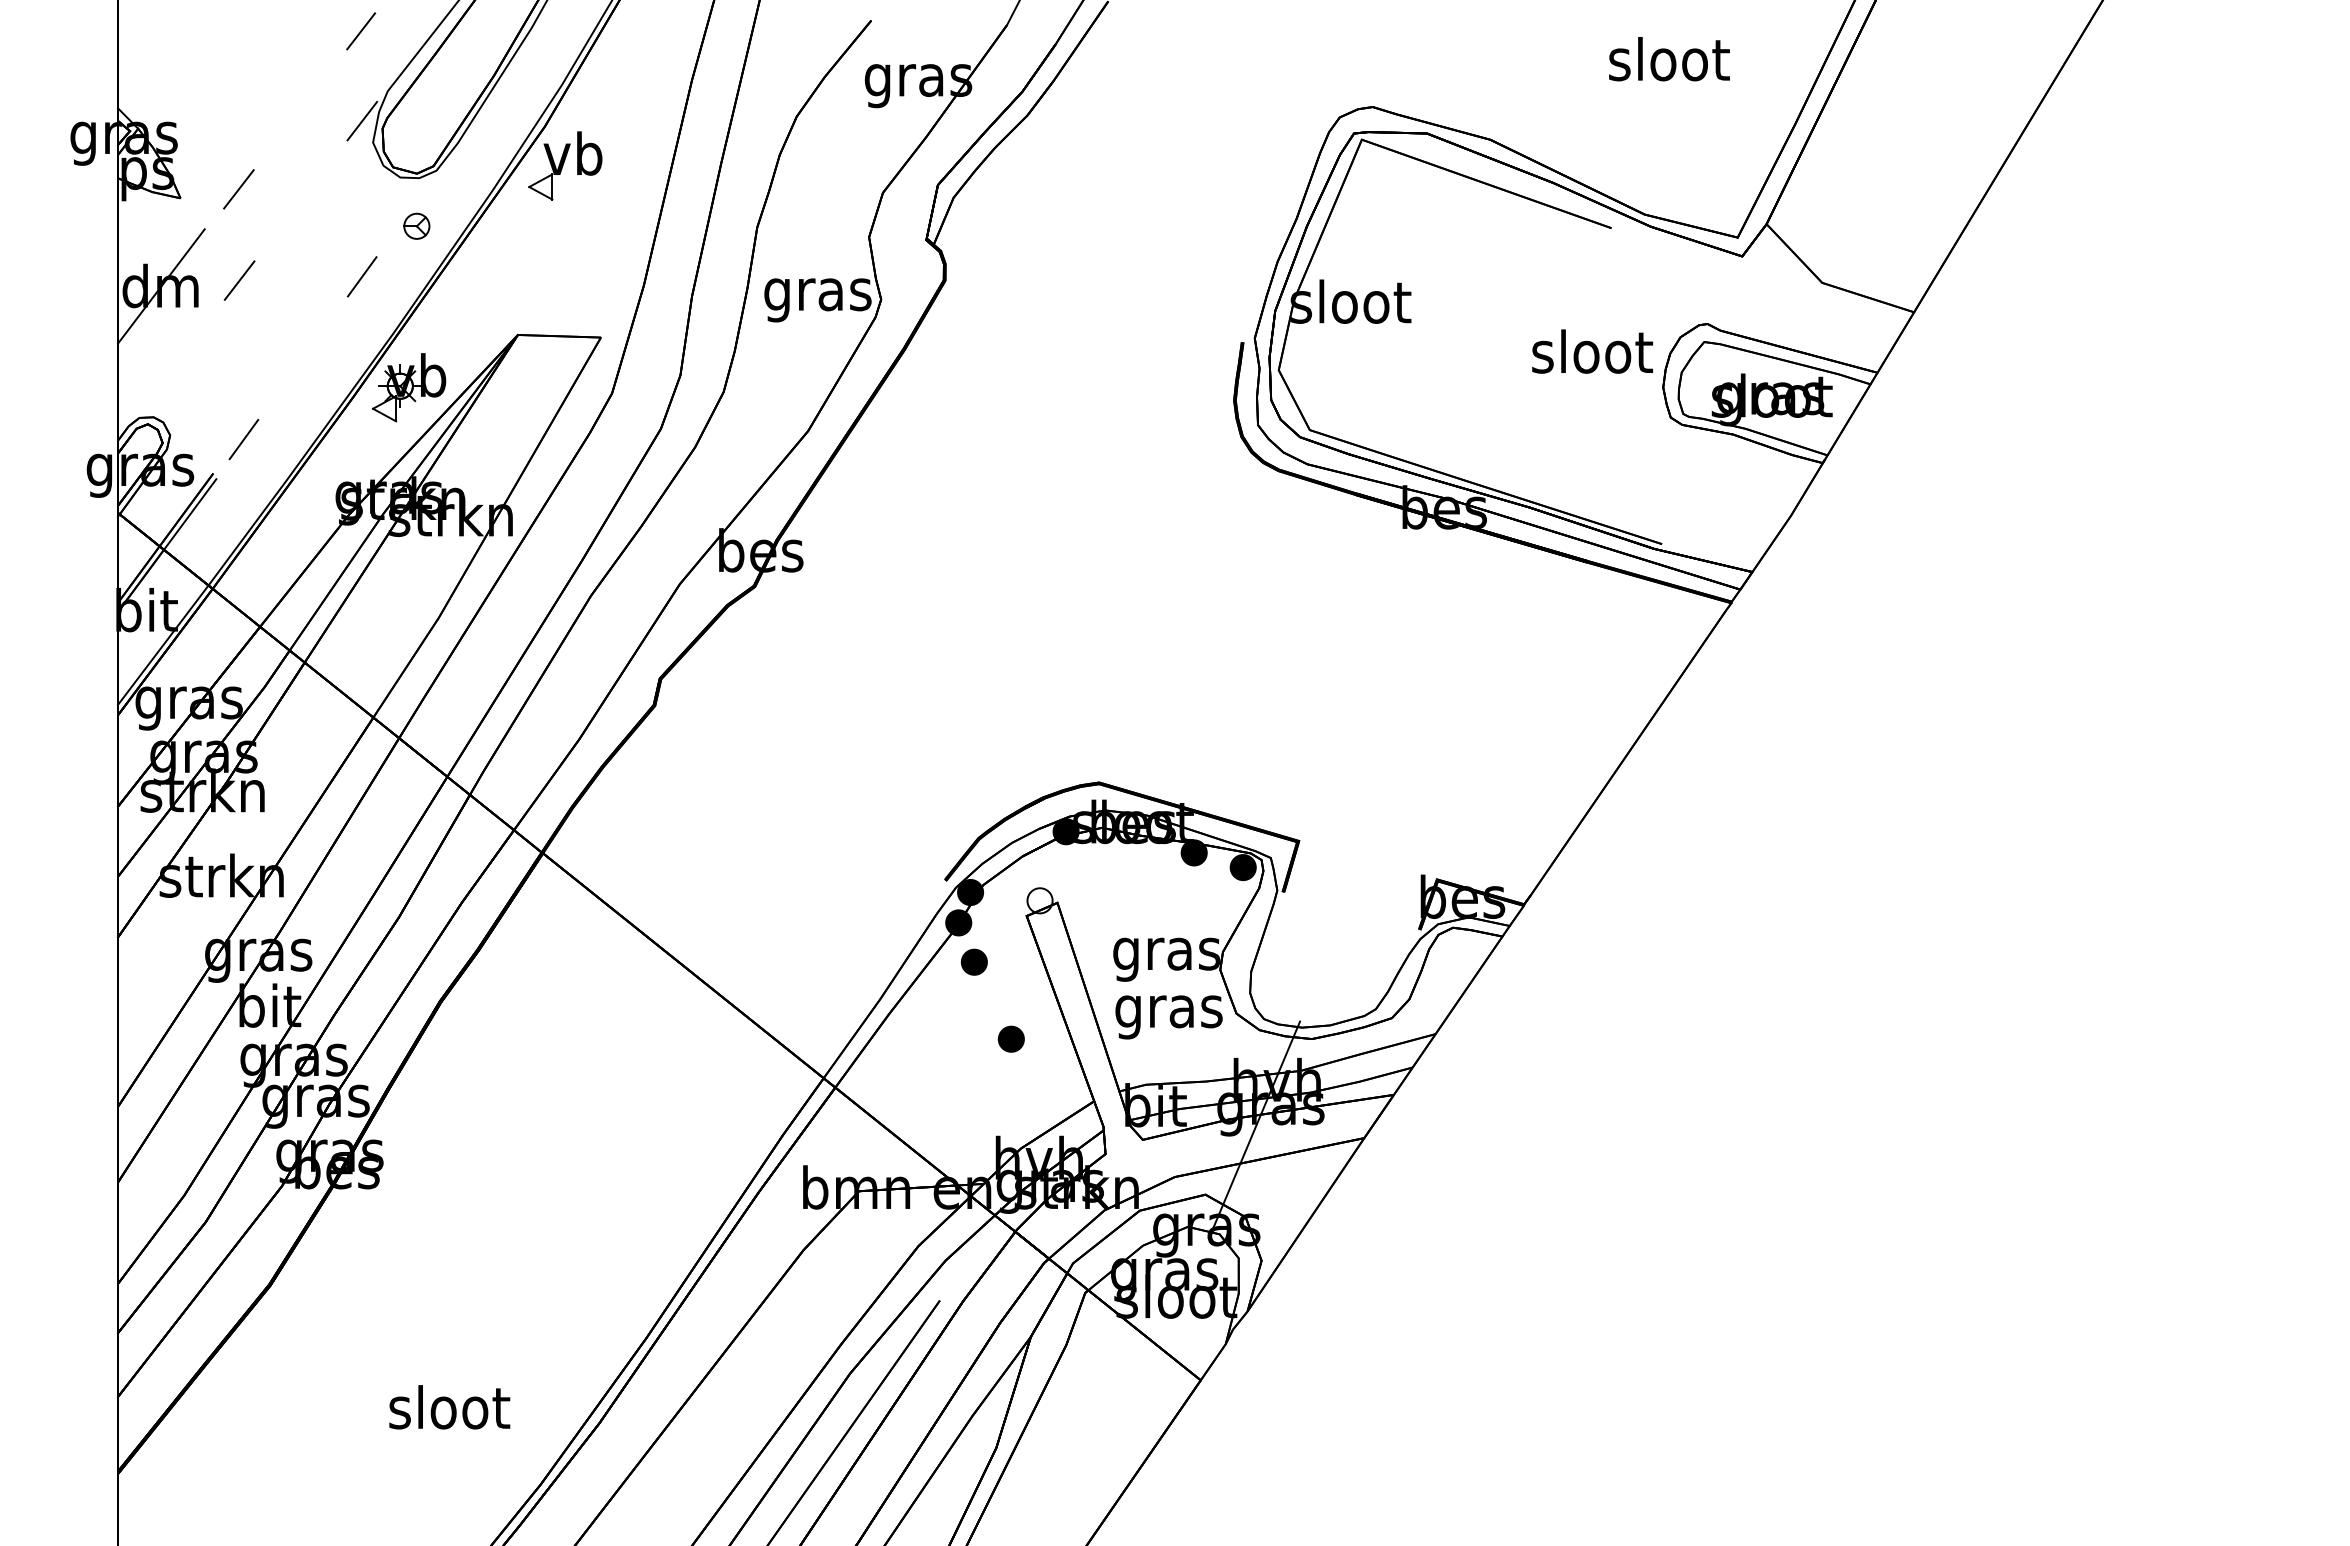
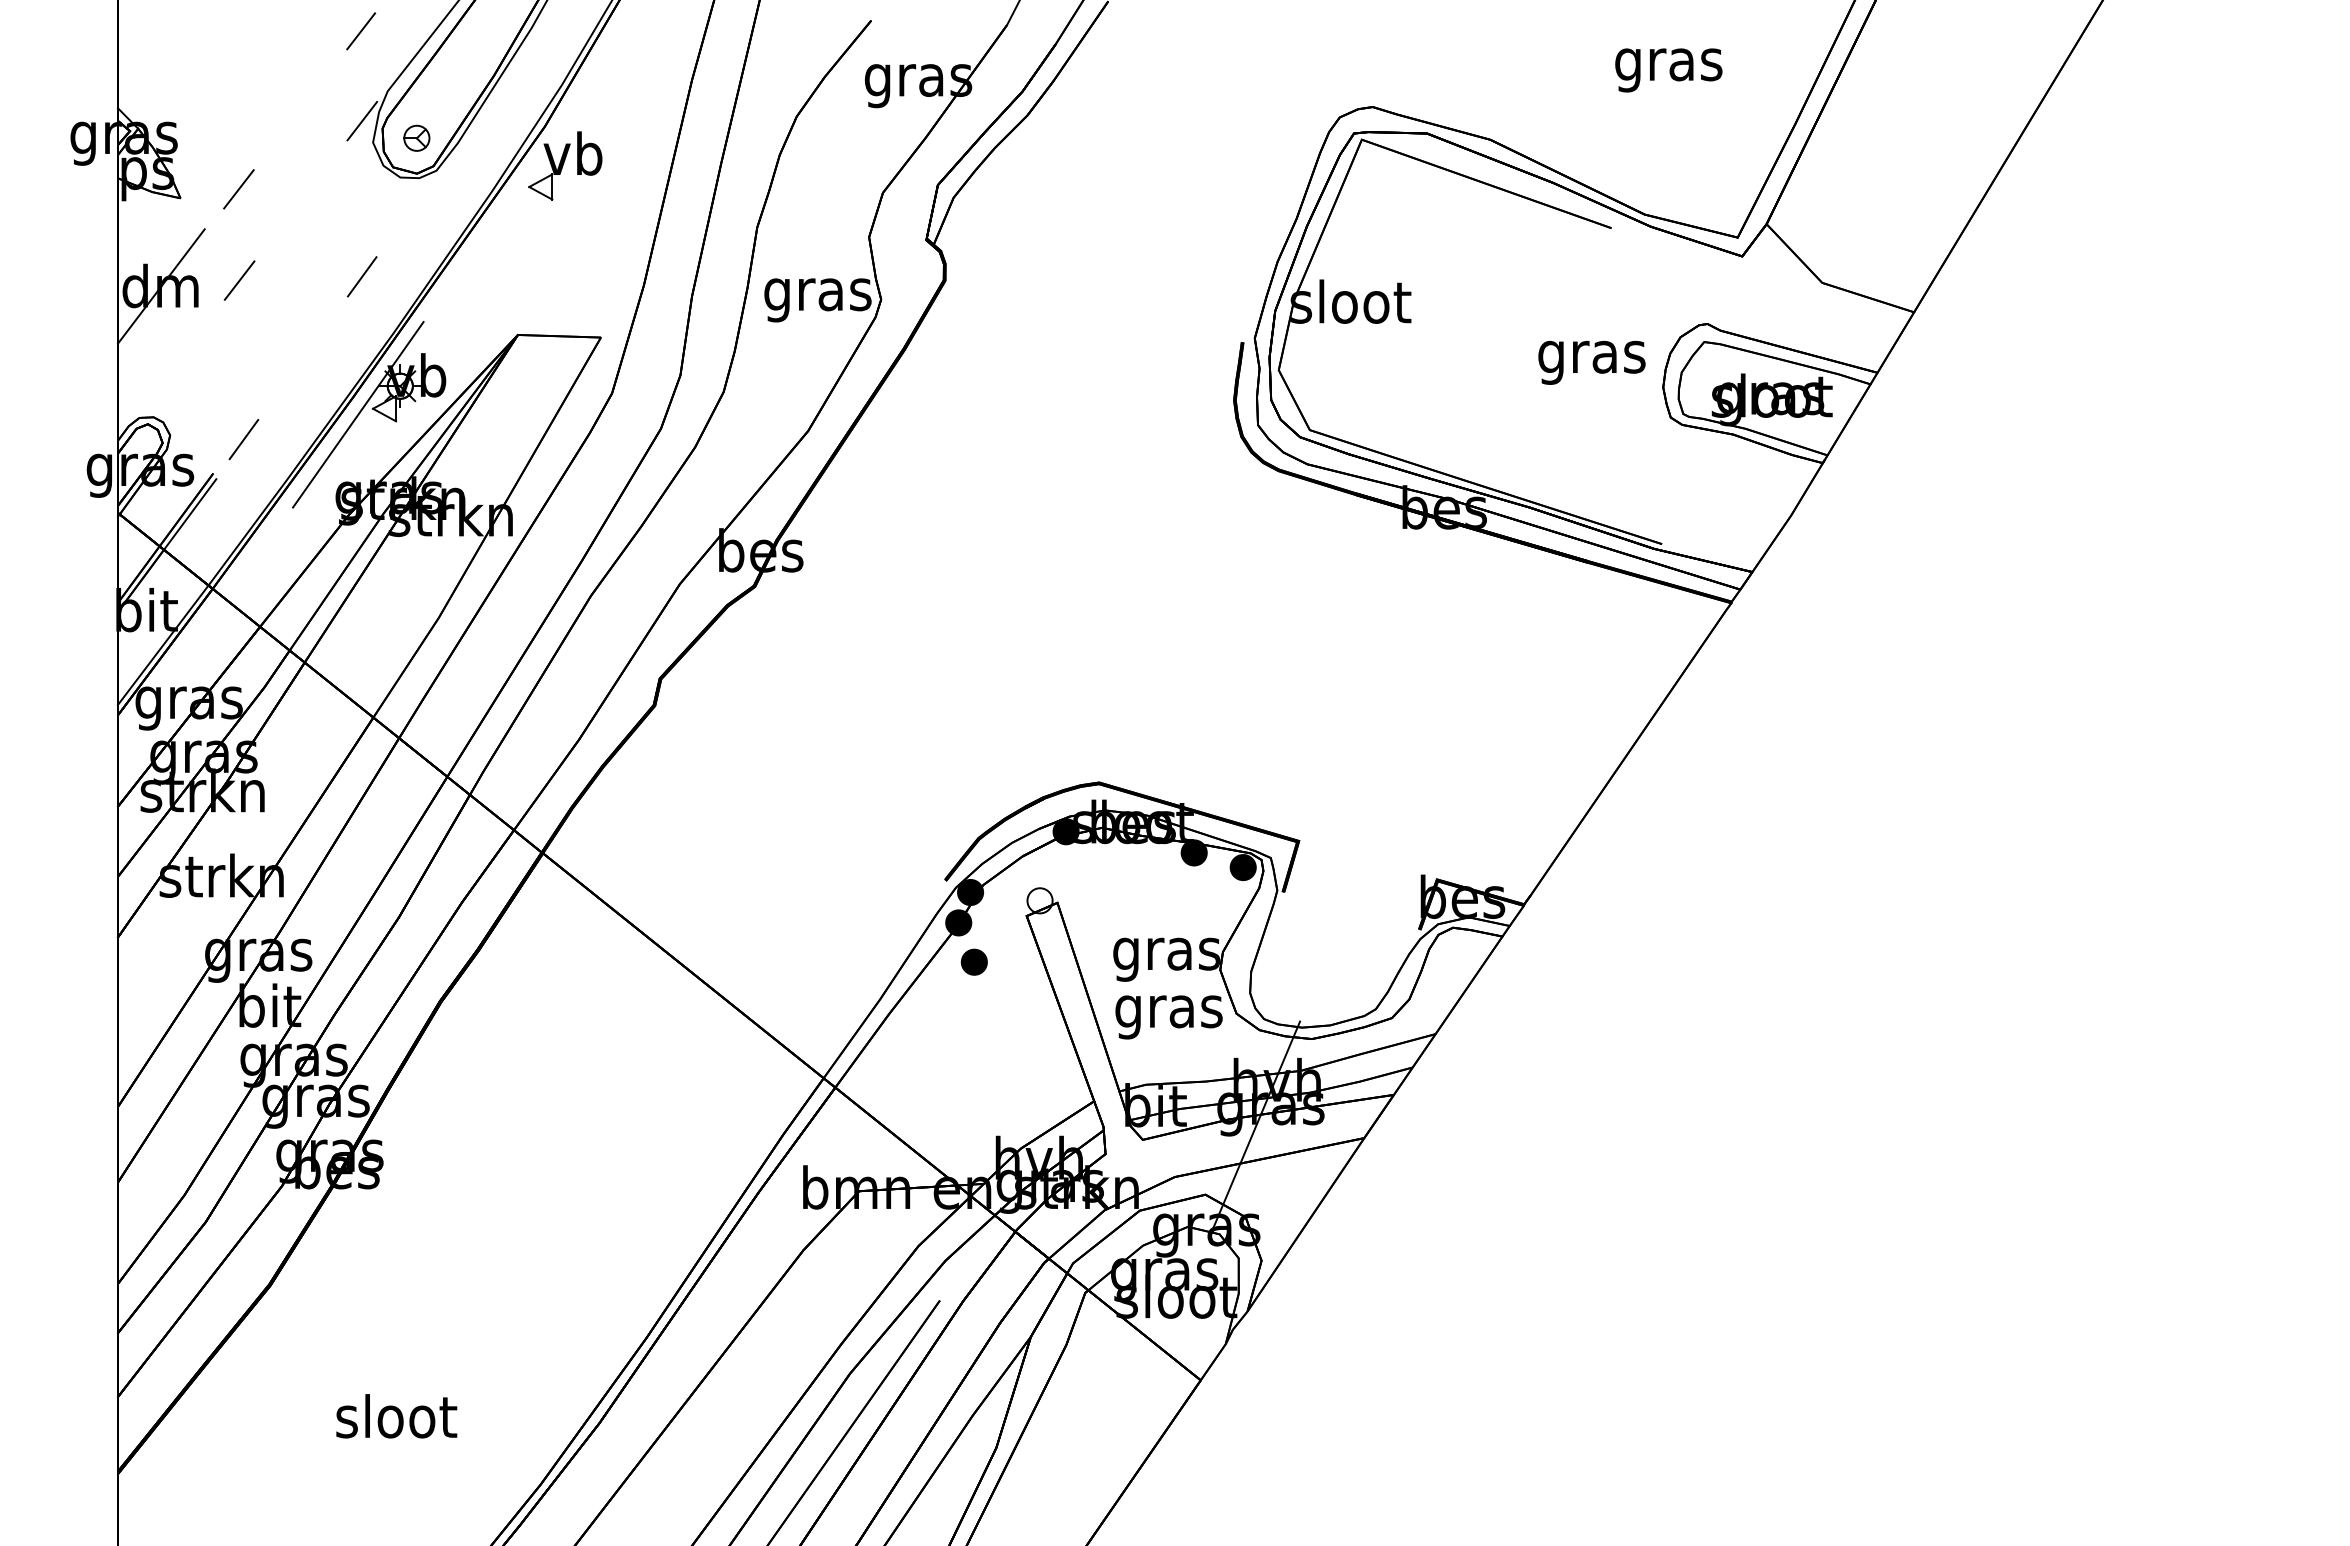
text at (1669, 64): sloot -> gras
part at (416, 225) position: (416, 225) -> (416, 137)
text at (1592, 356): sloot -> gras
line at (358, 414): none -> present
part at (1010, 1038): present -> none
text at (449, 1407) position: (449, 1407) -> (396, 1416)
